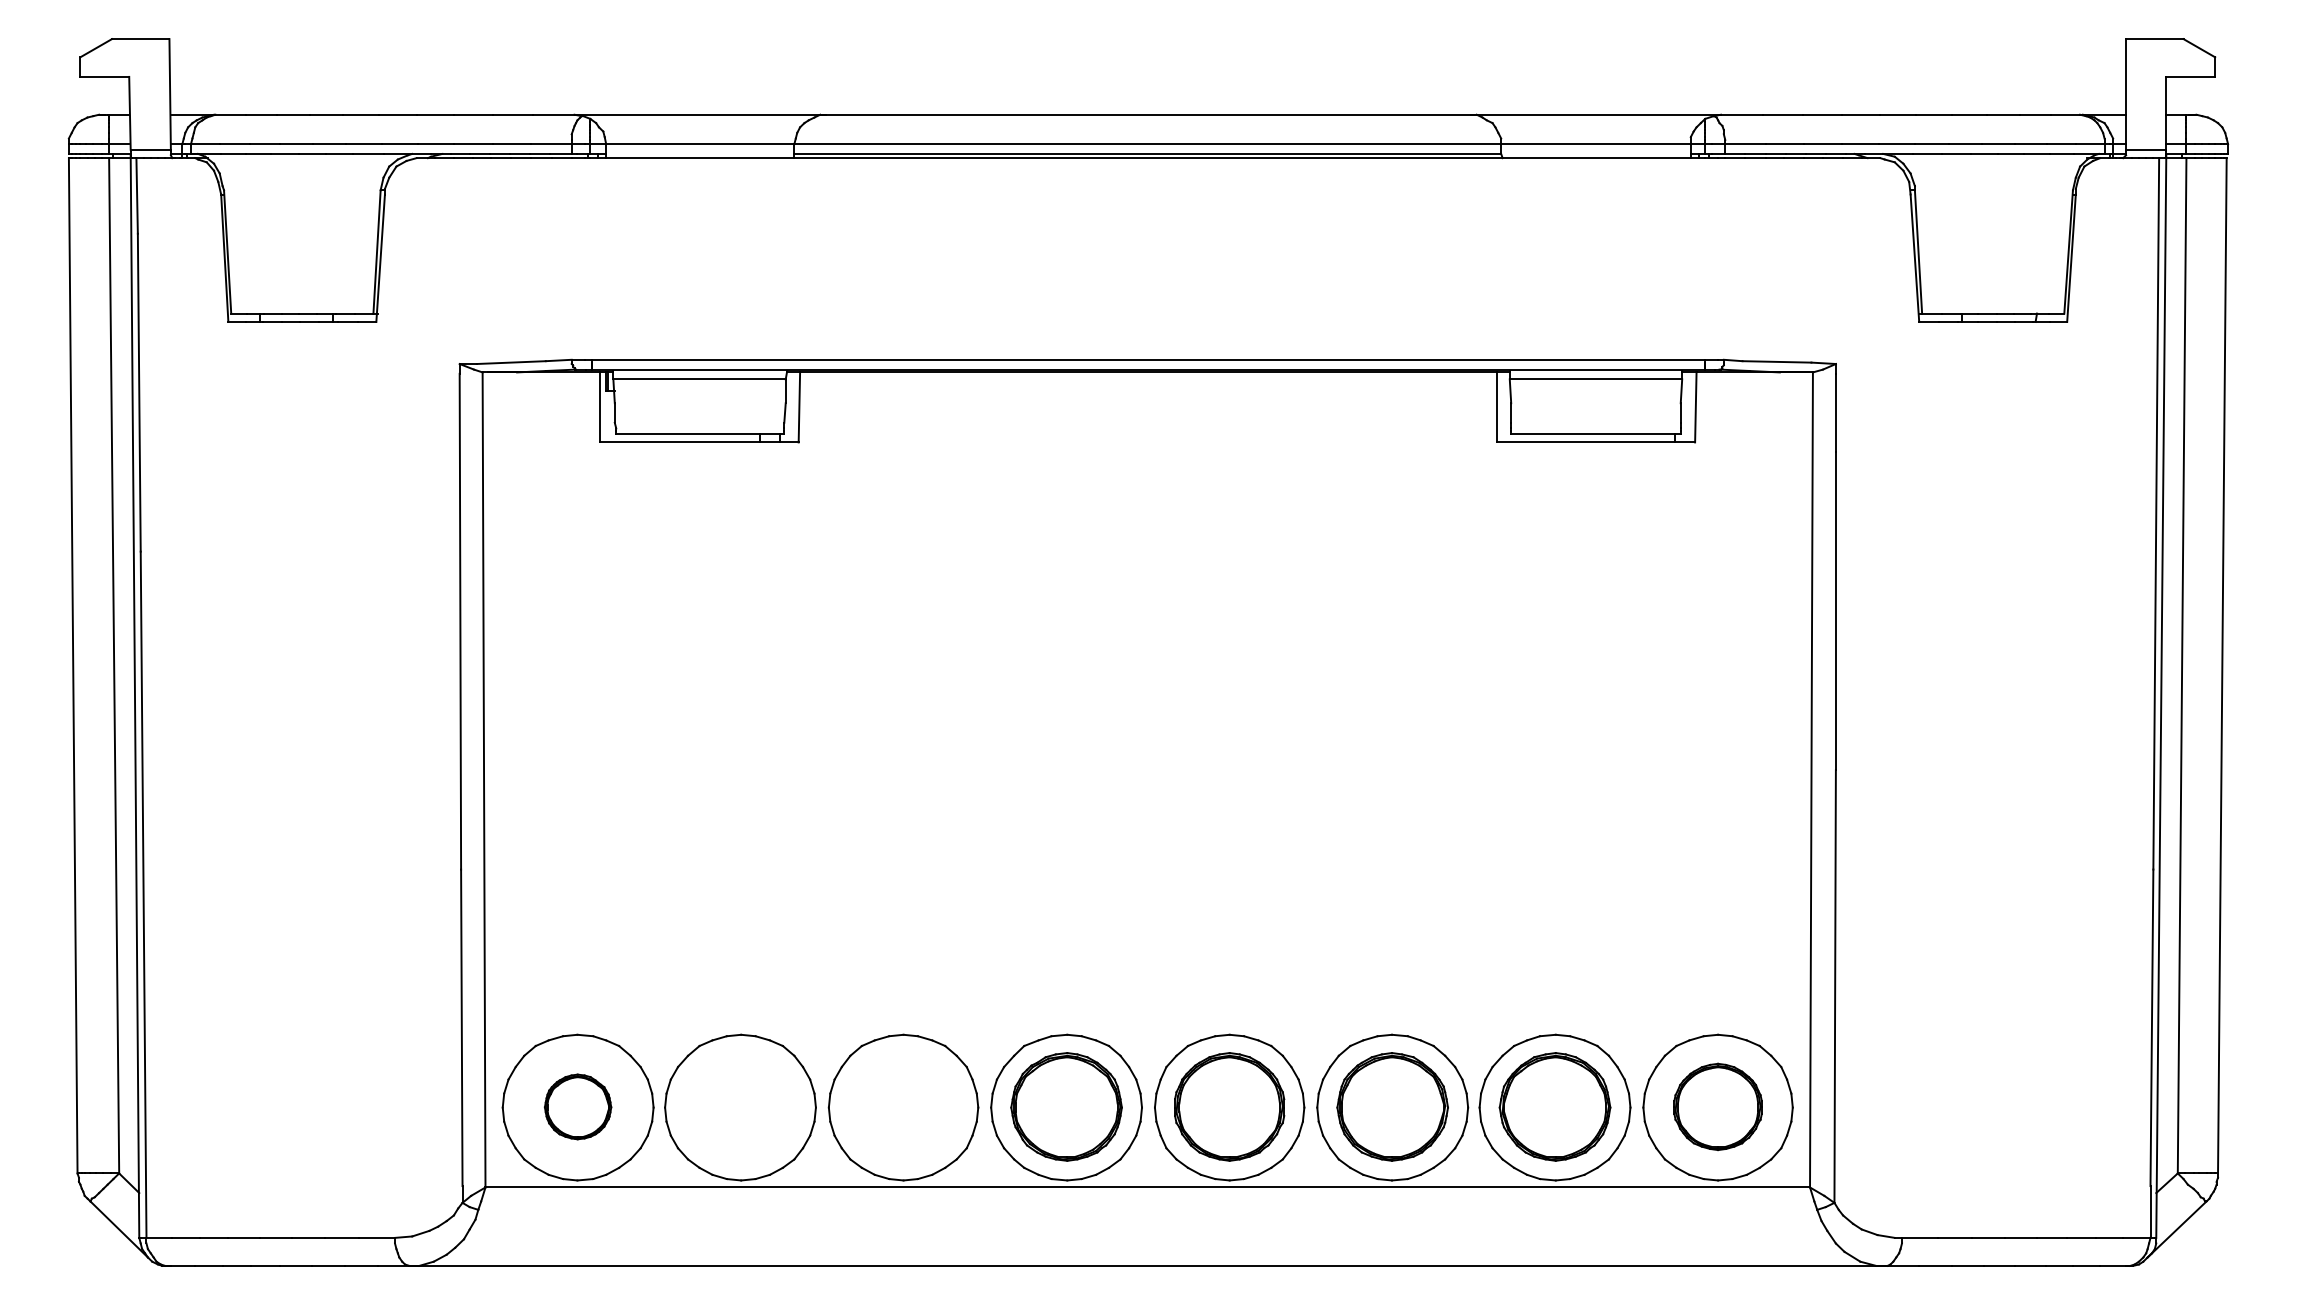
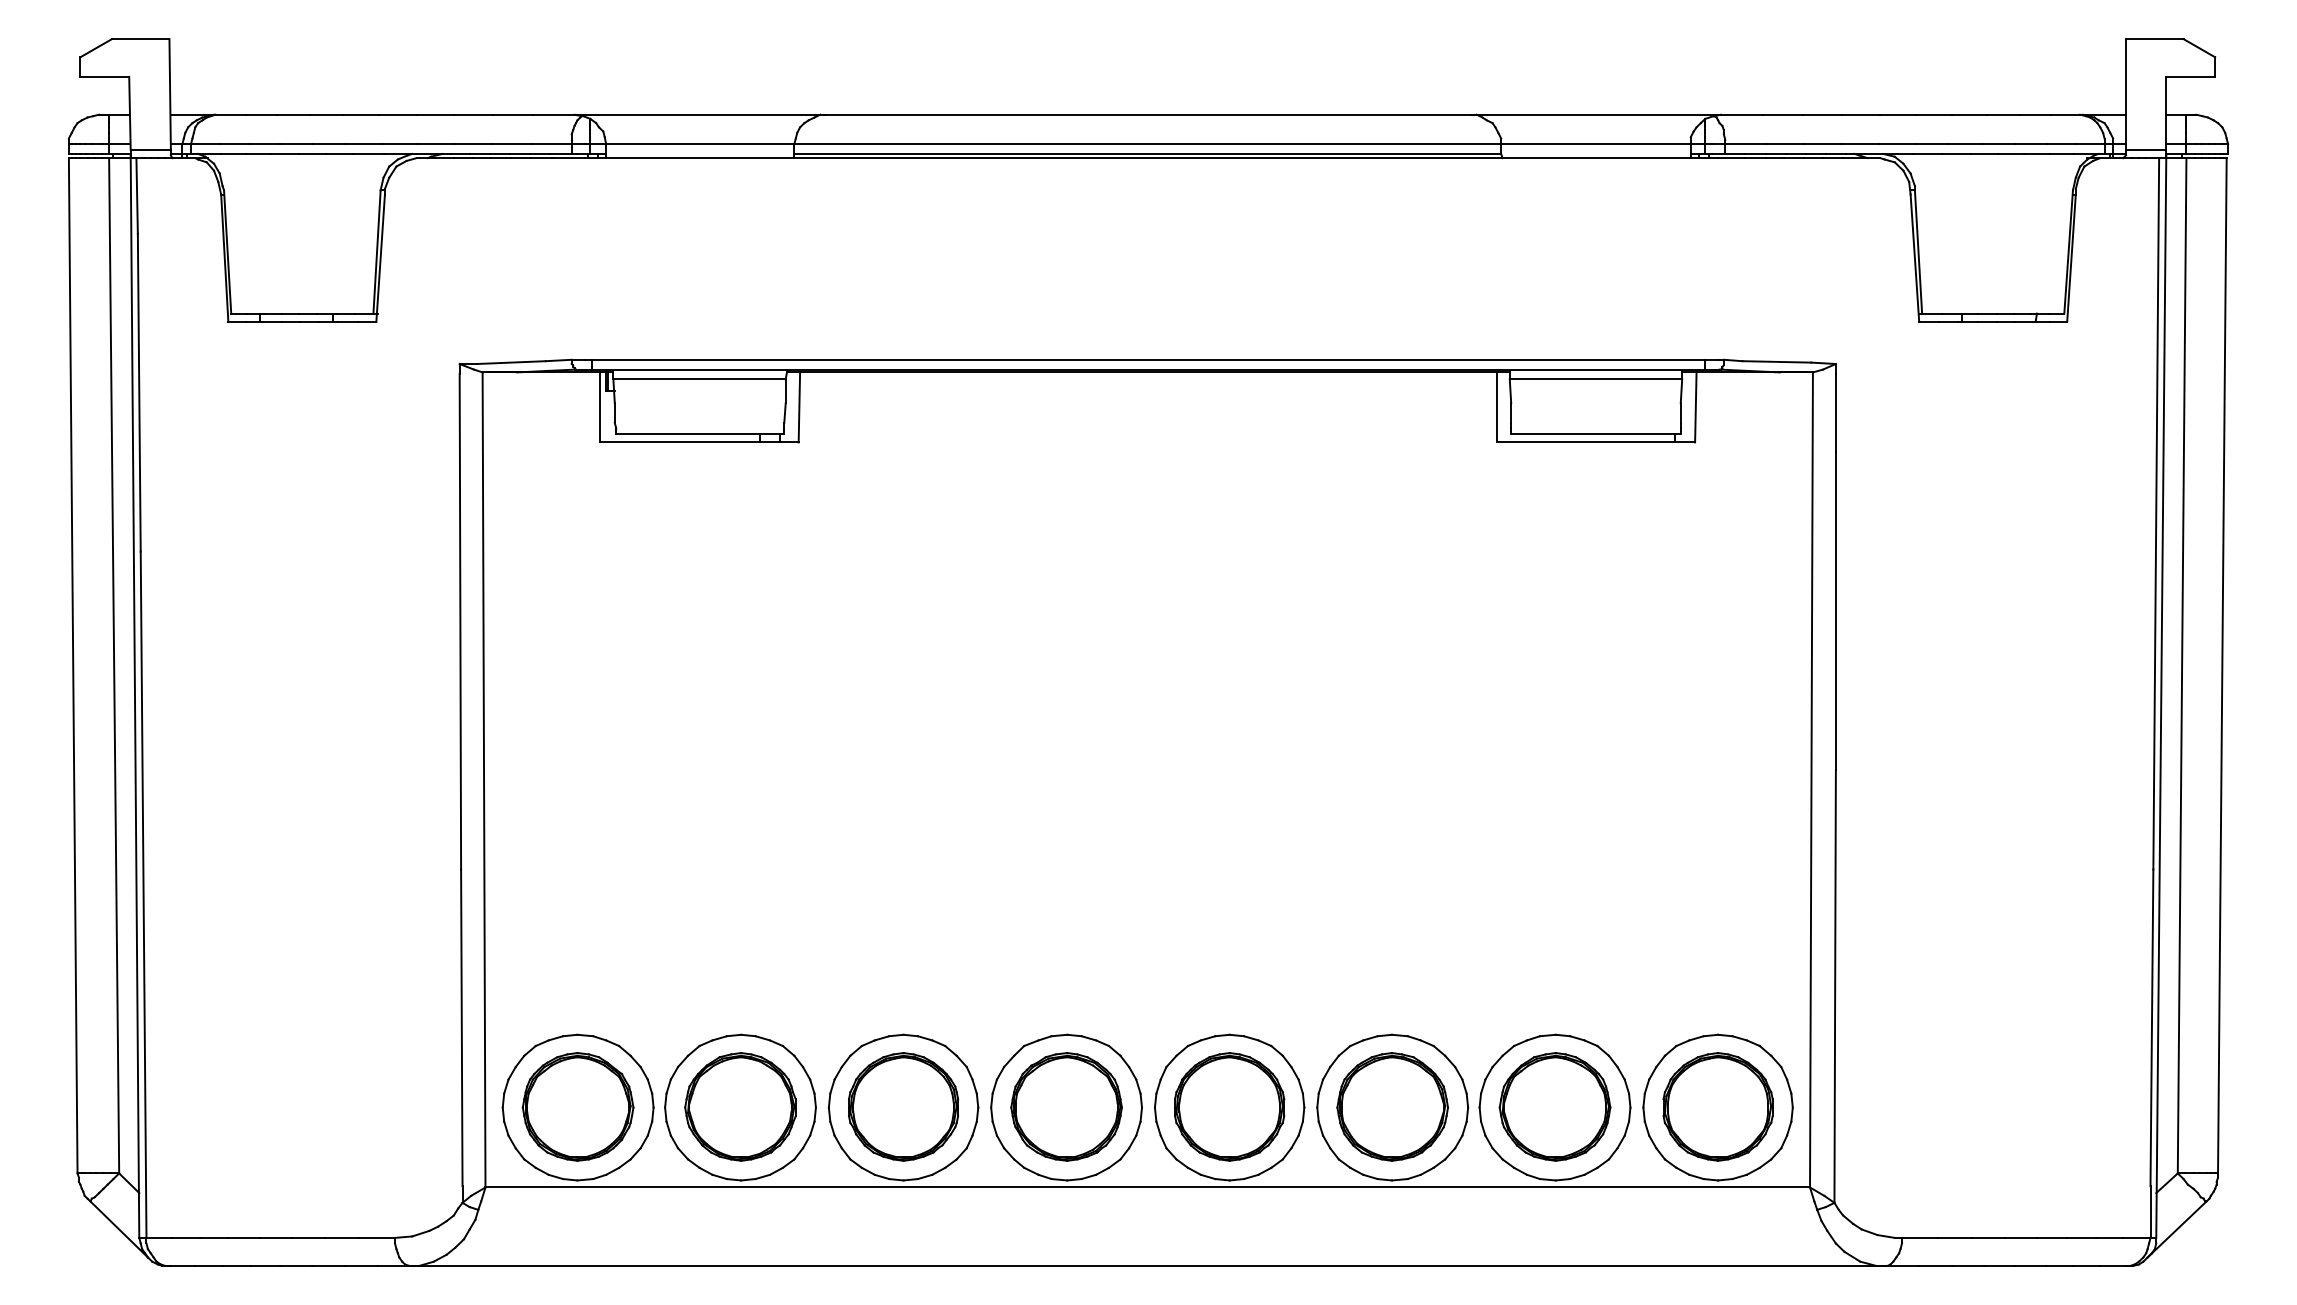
part at (577, 1106) size: 70x68 px -> 114x110 px
part at (740, 1106): none -> present
part at (903, 1106): none -> present
part at (1717, 1106) size: 90x90 px -> 112x110 px
